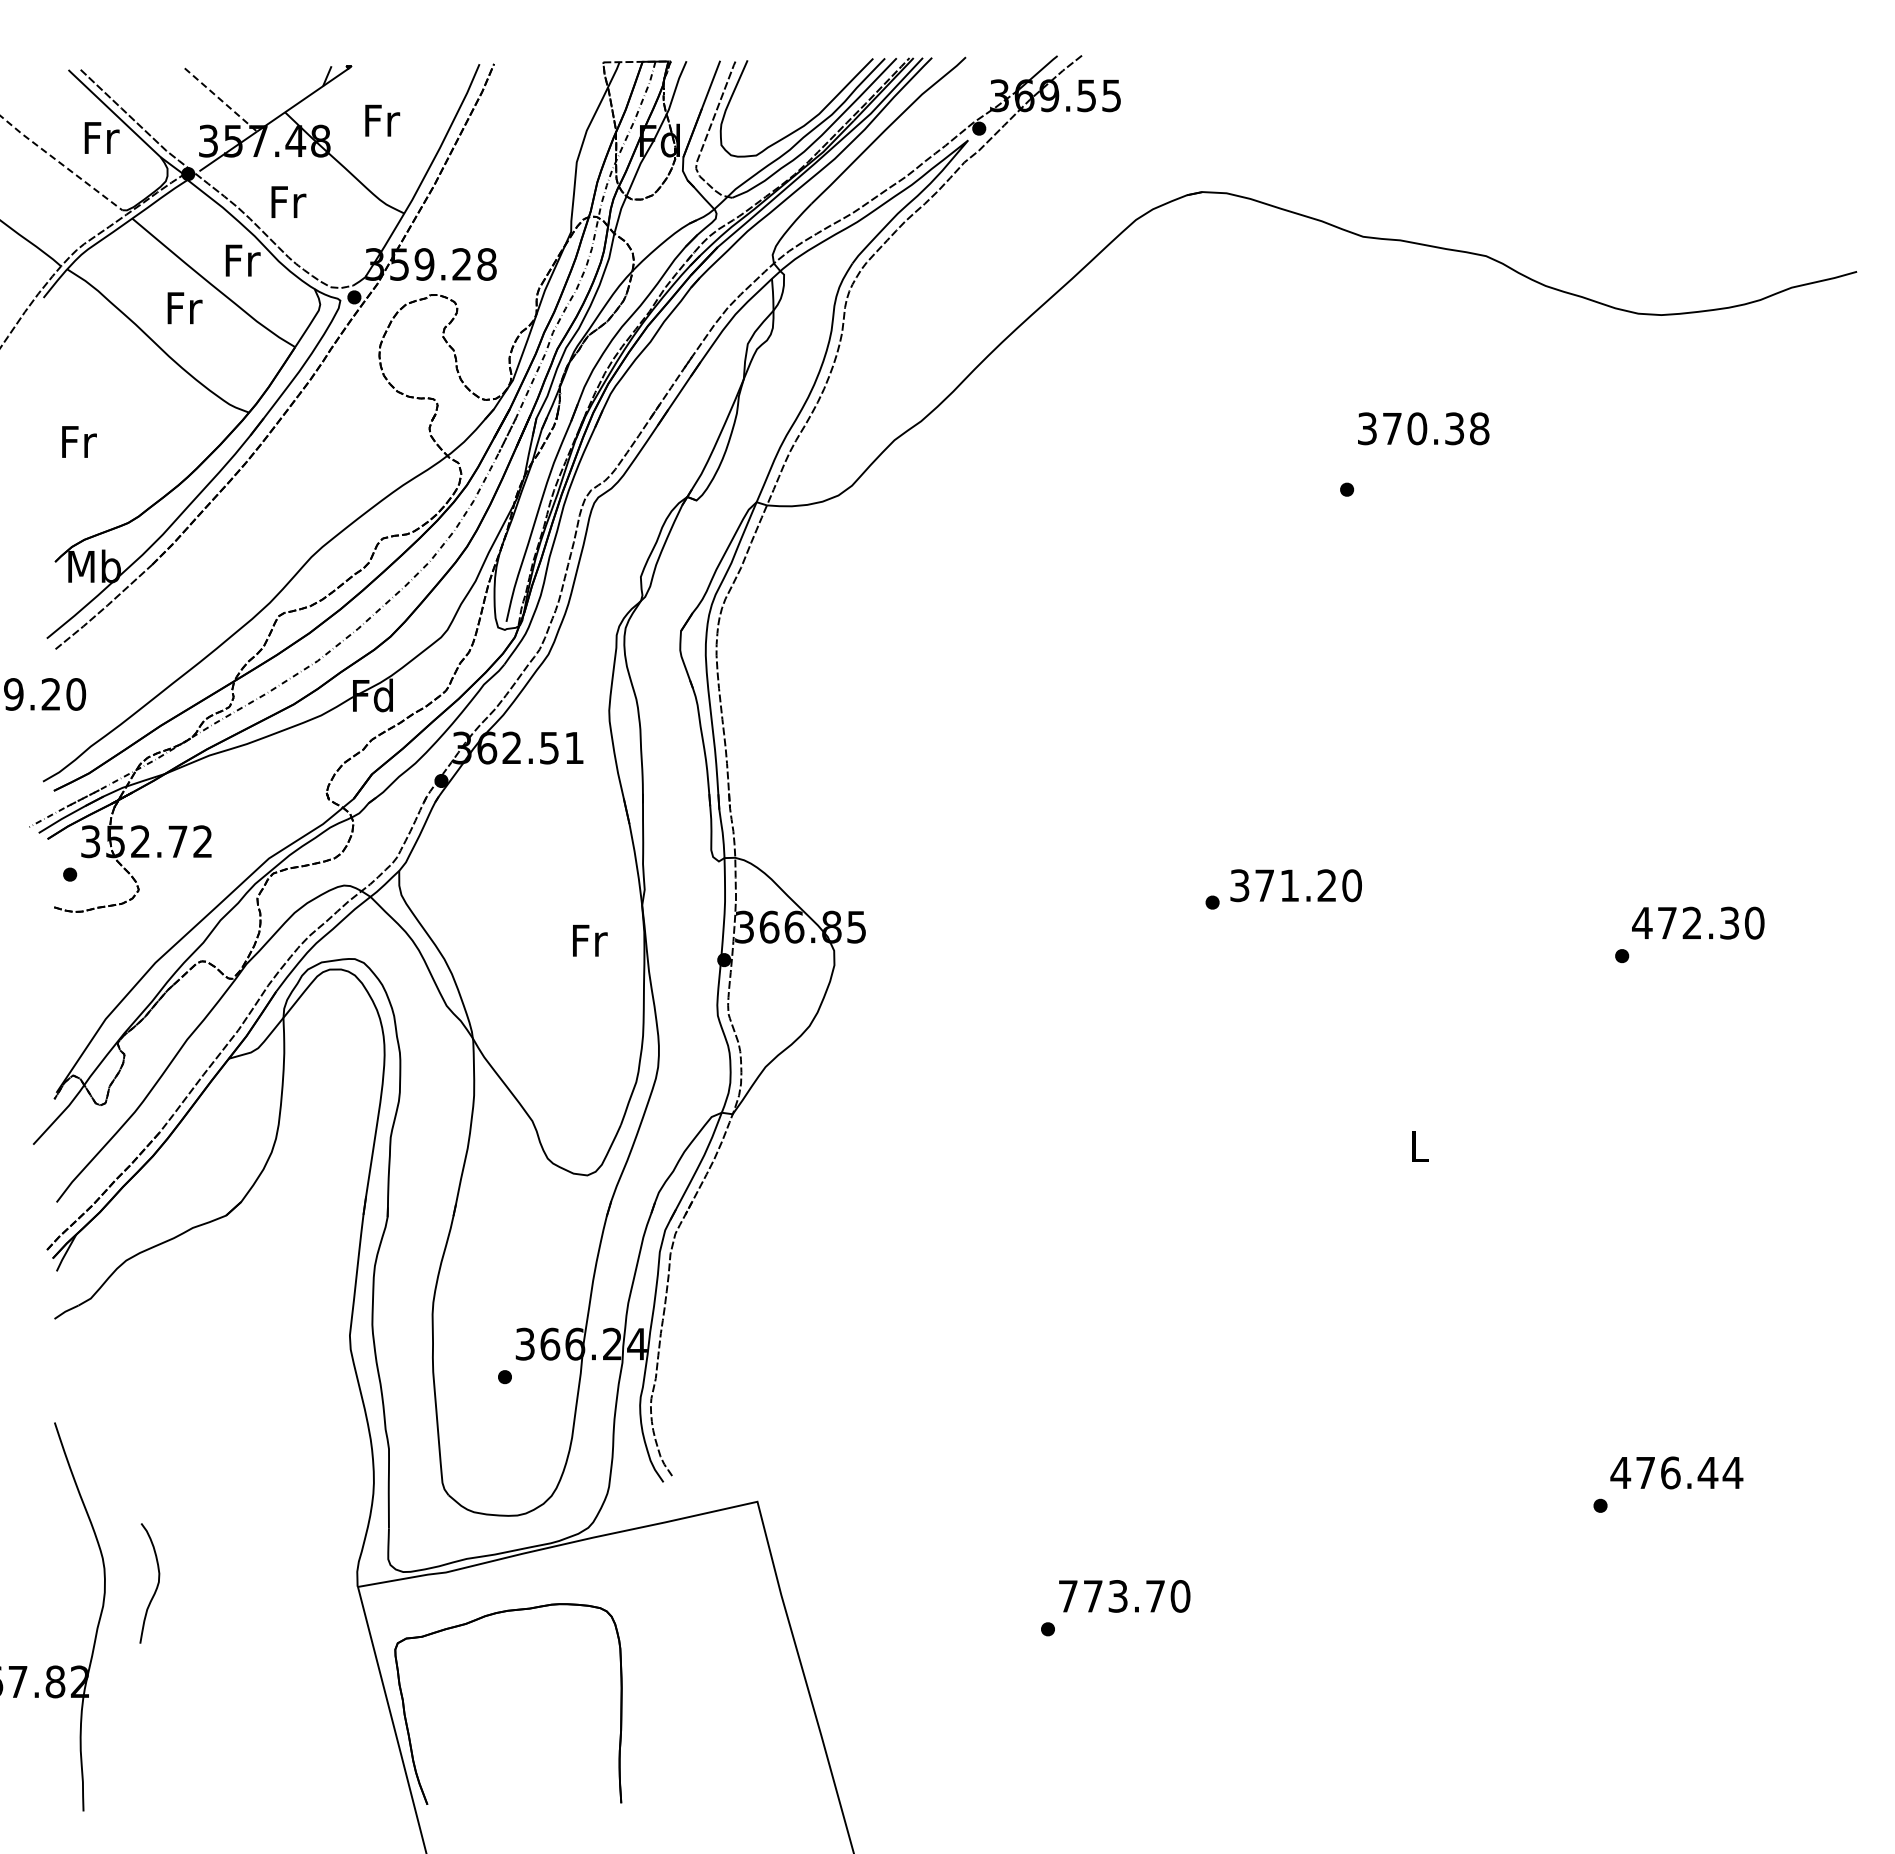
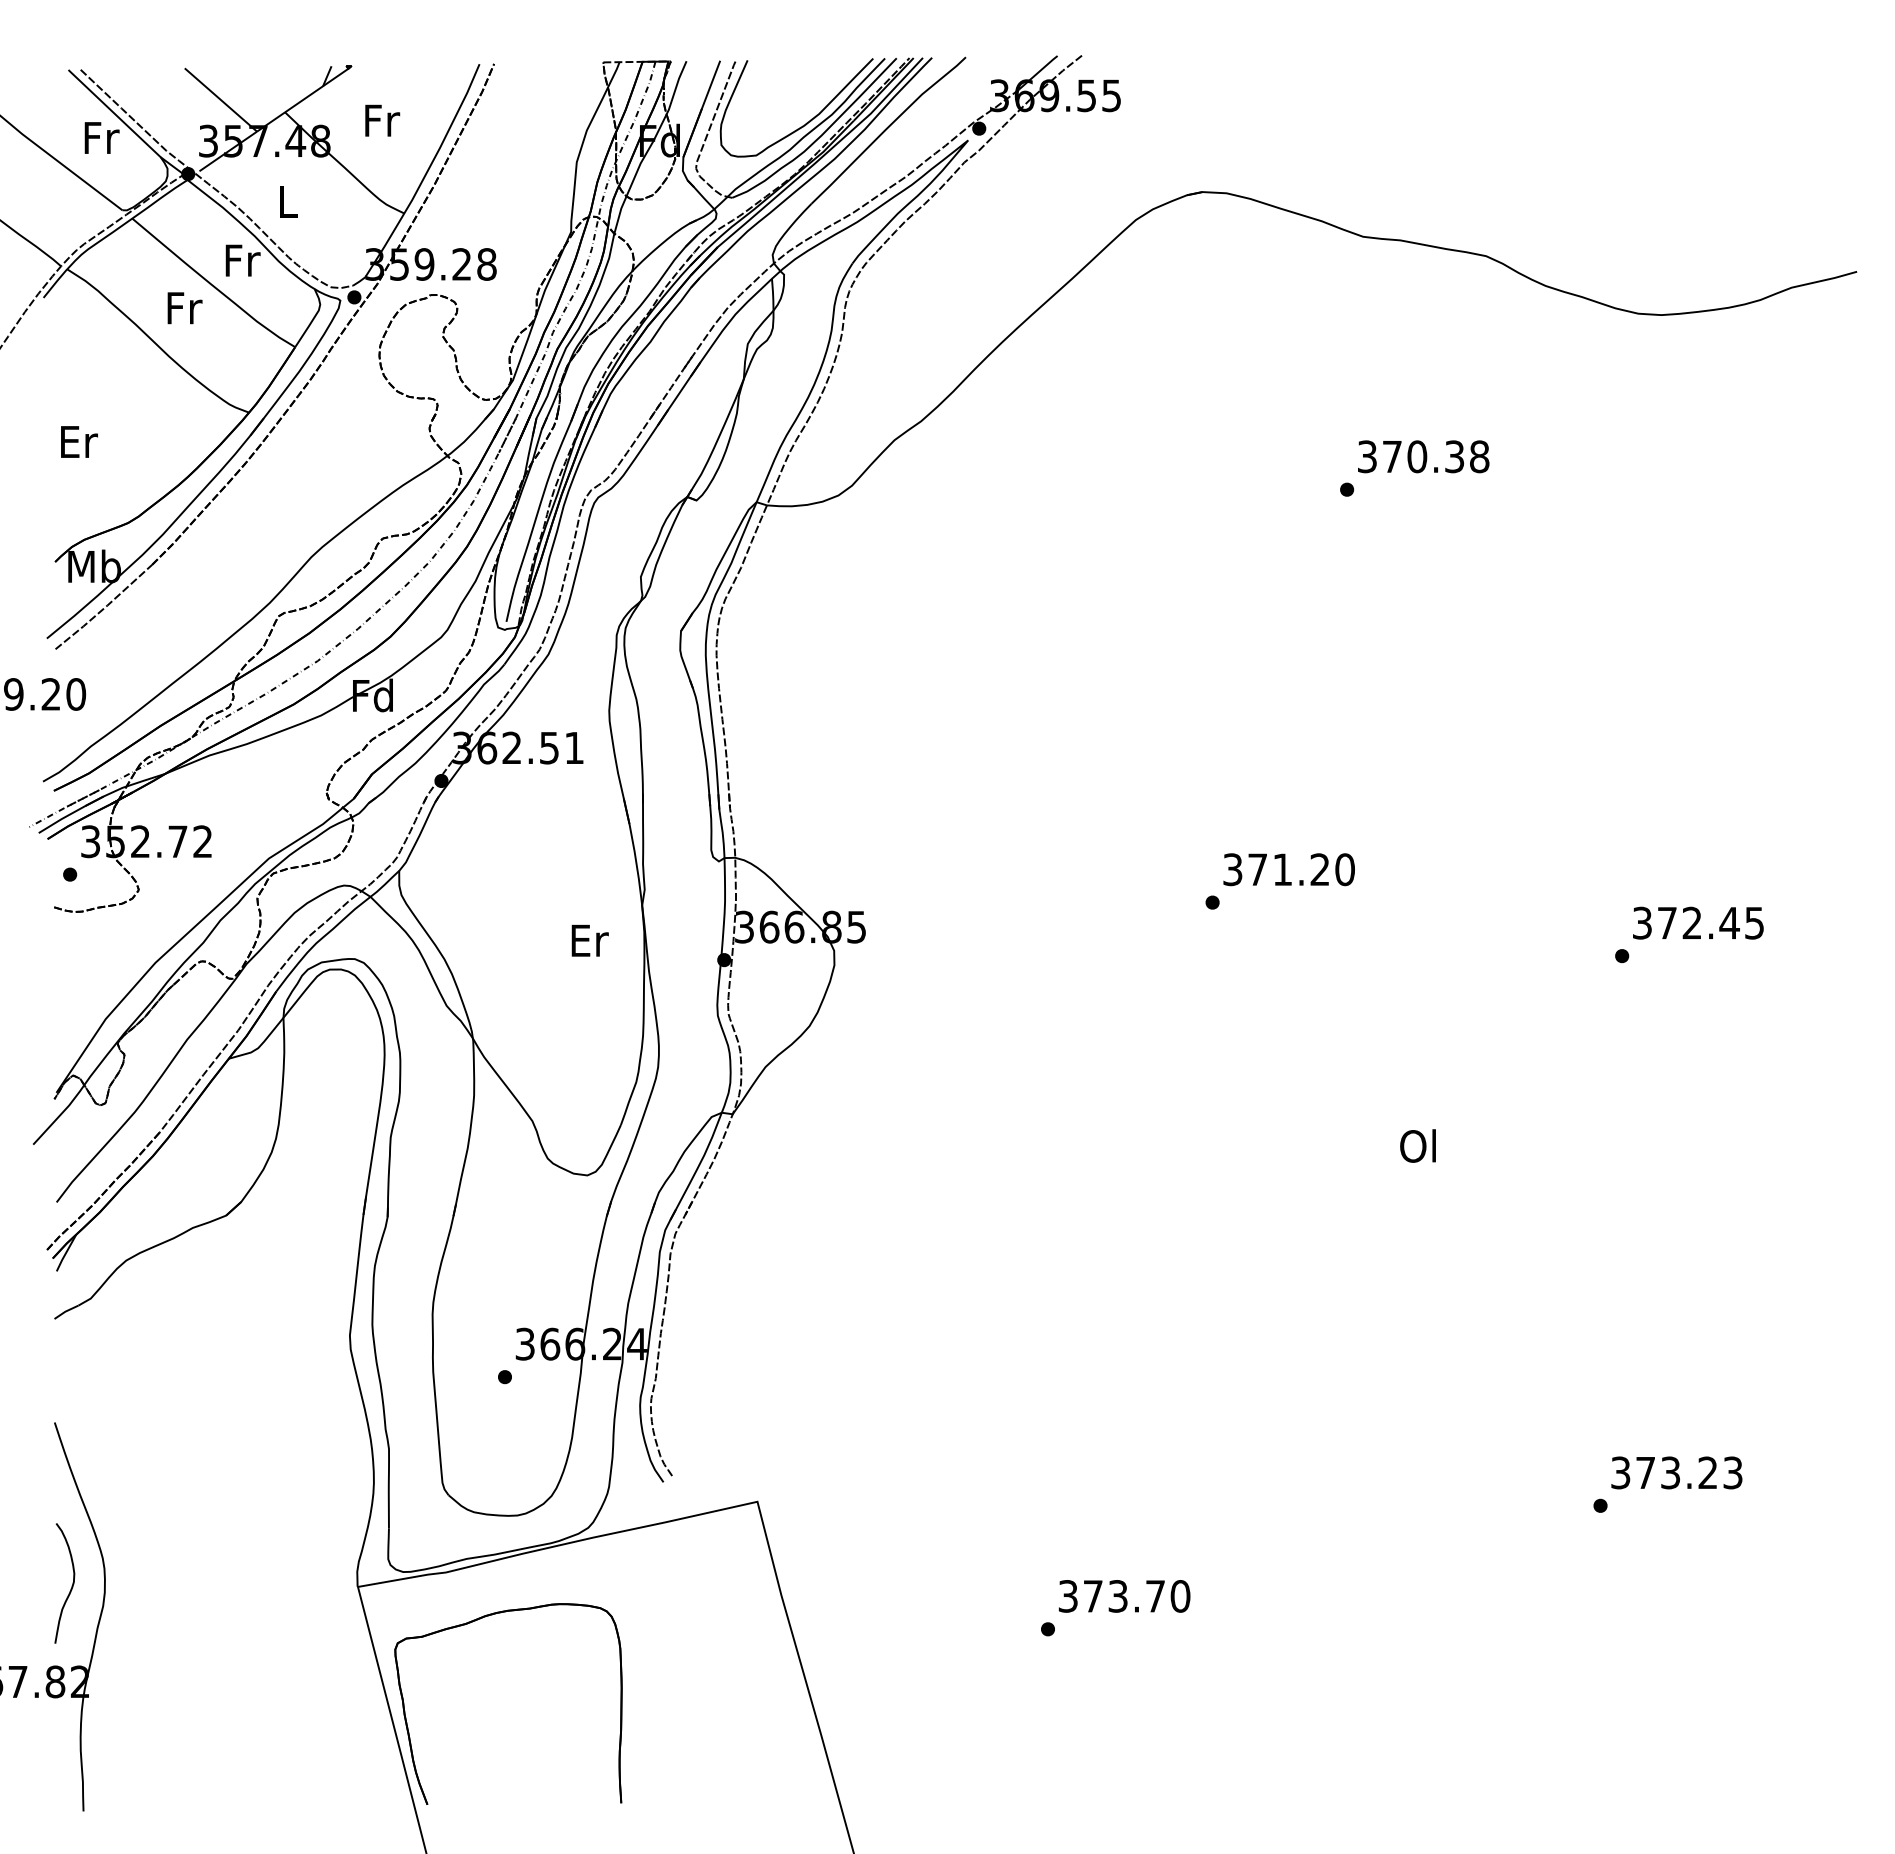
line at (221, 100): dashed -> solid
line at (60, 163): dashed -> solid
text at (288, 201): Fr -> L
text at (1423, 428) position: (1423, 428) -> (1423, 456)
text at (79, 441): Fr -> Er
text at (1295, 885) position: (1295, 885) -> (1288, 869)
text at (1698, 922): 472.30 -> 372.45
text at (589, 940): Fr -> Er
text at (1417, 1145): L -> Ol
text at (1676, 1472): 476.44 -> 373.23
curve at (156, 1585) position: (156, 1585) -> (71, 1585)
text at (1067, 1596): 773.70 -> 373.70
